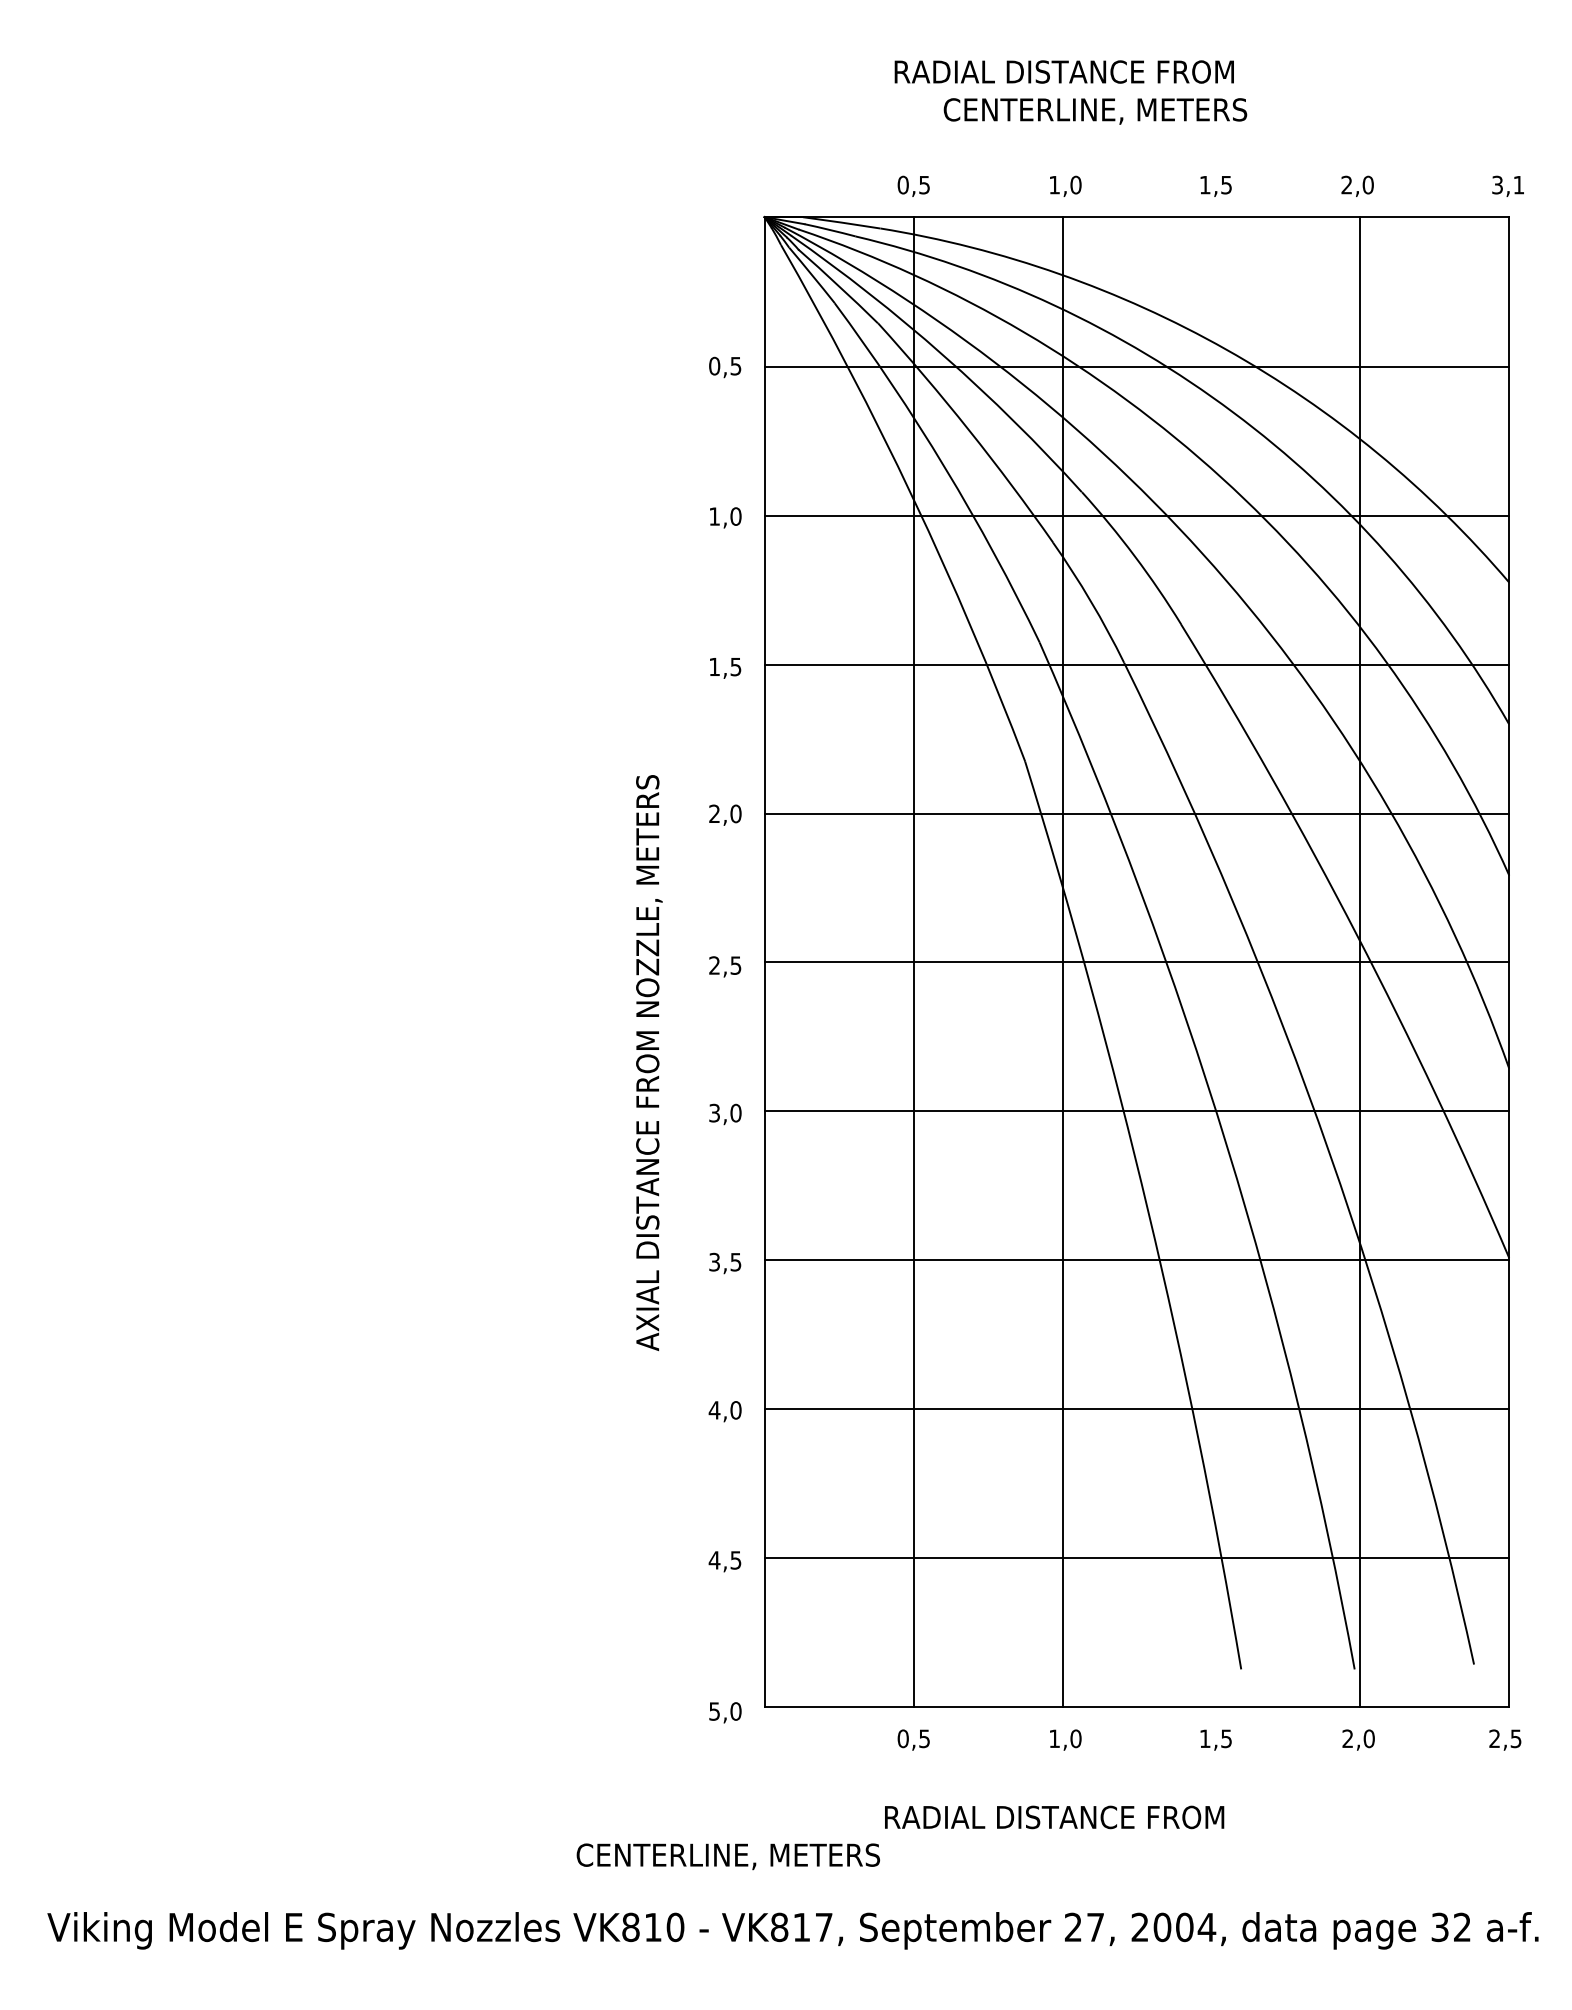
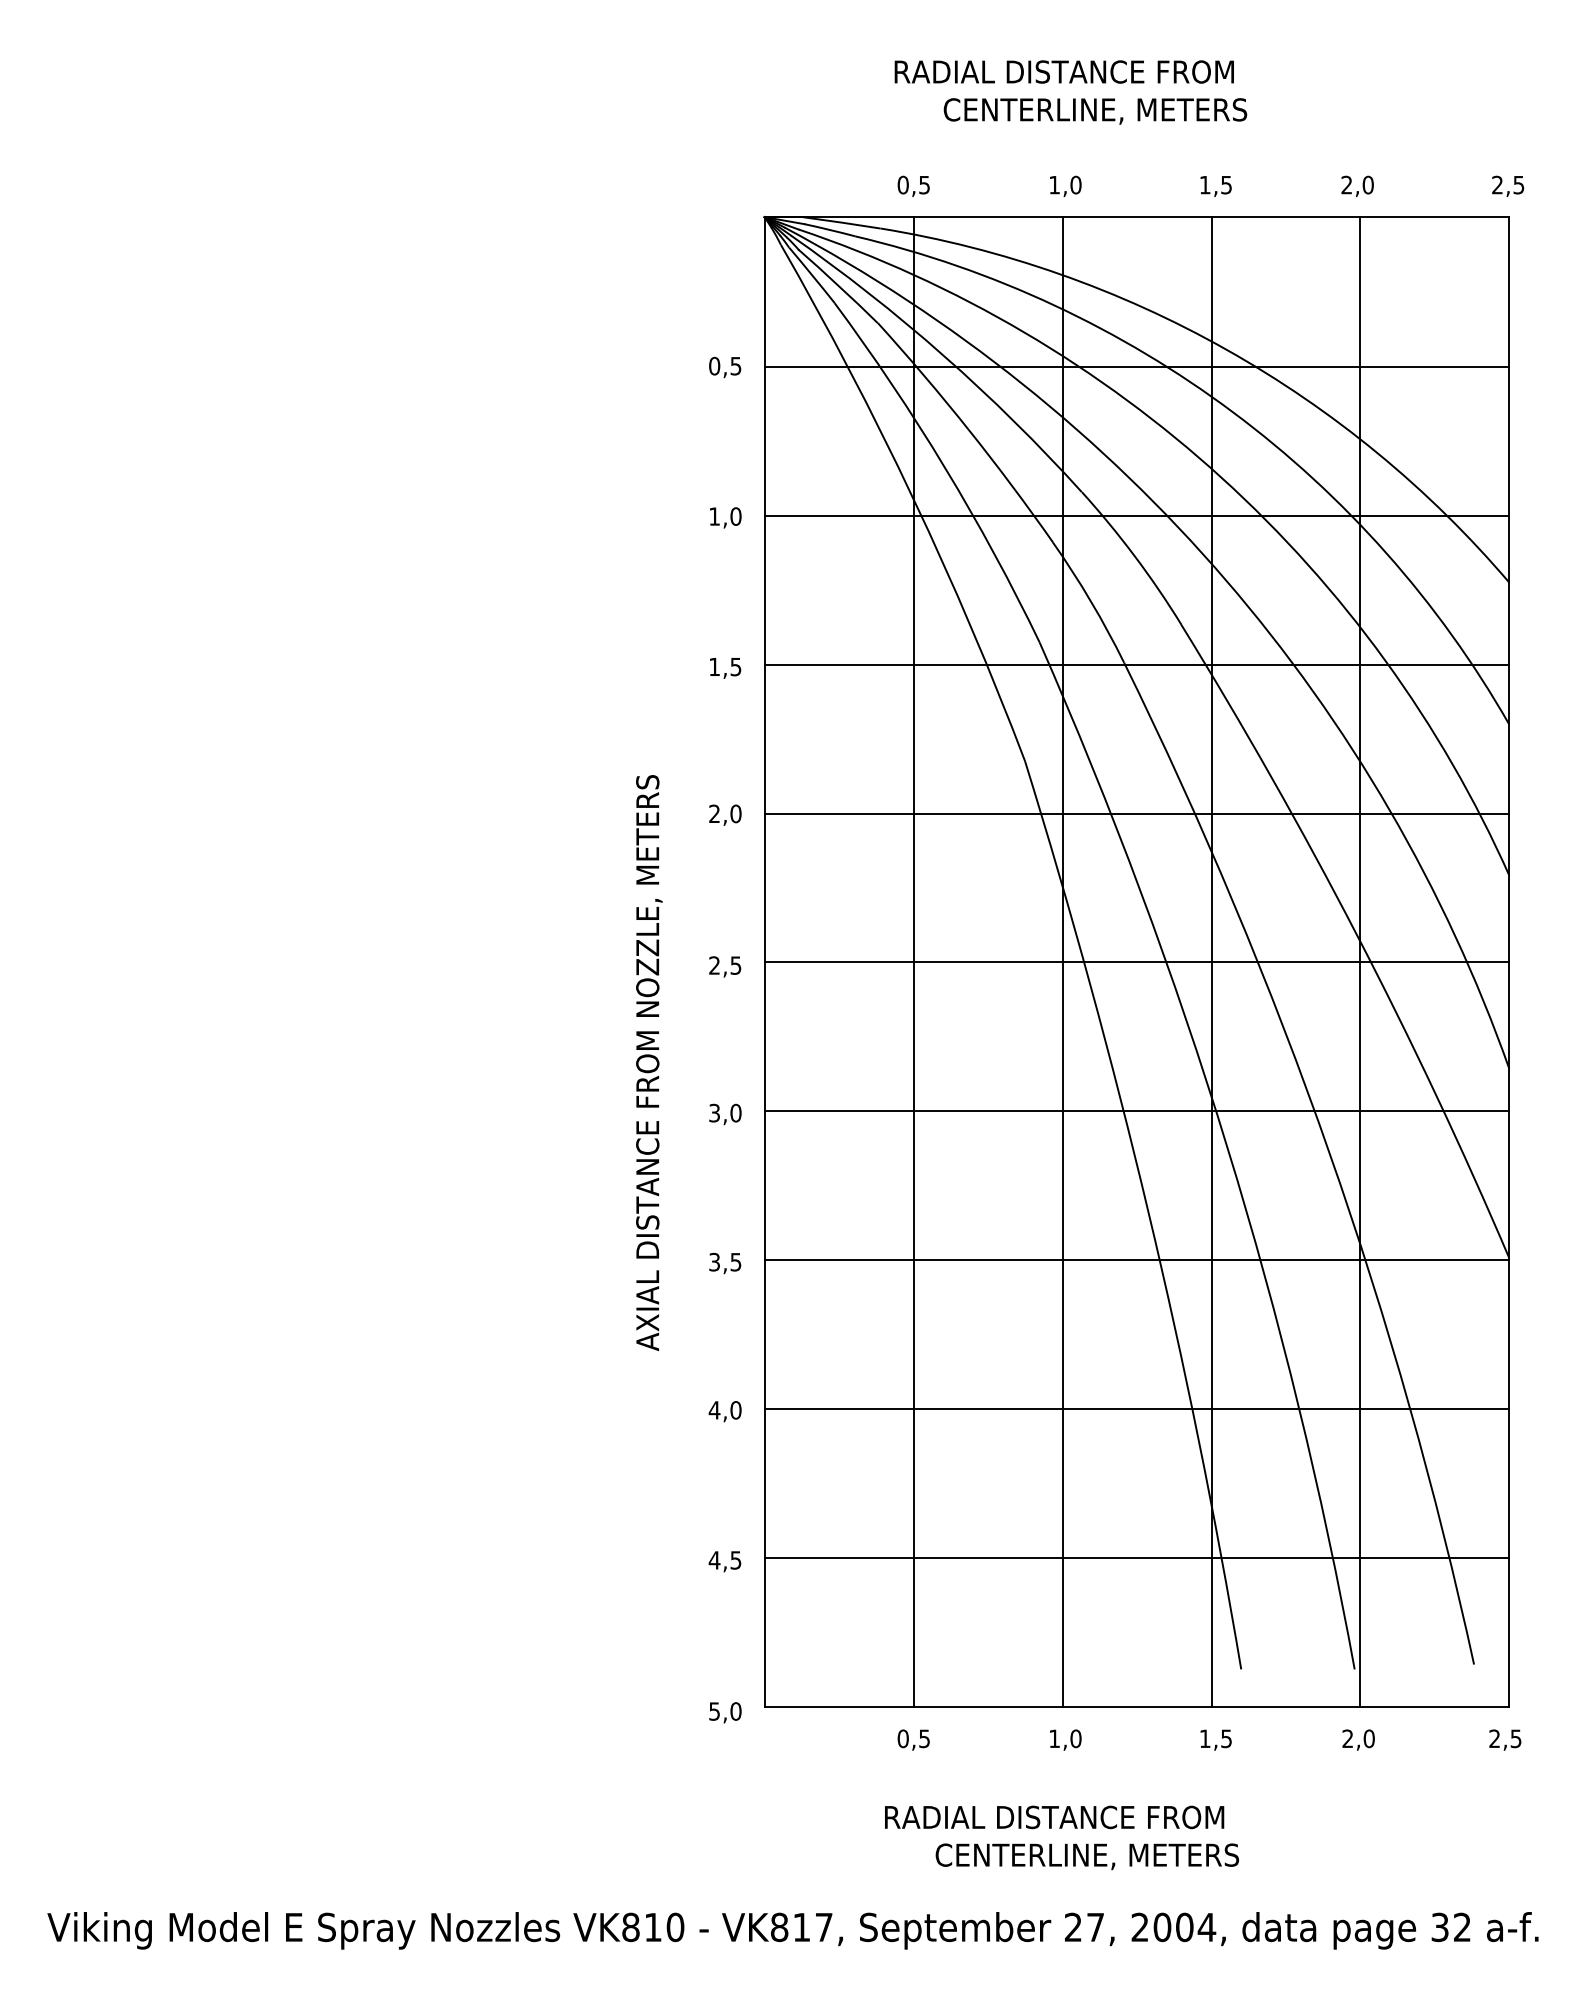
text at (1508, 185): 3,1 -> 2,5
line at (1211, 961): none -> present
text at (727, 1856) position: (727, 1856) -> (1086, 1856)
